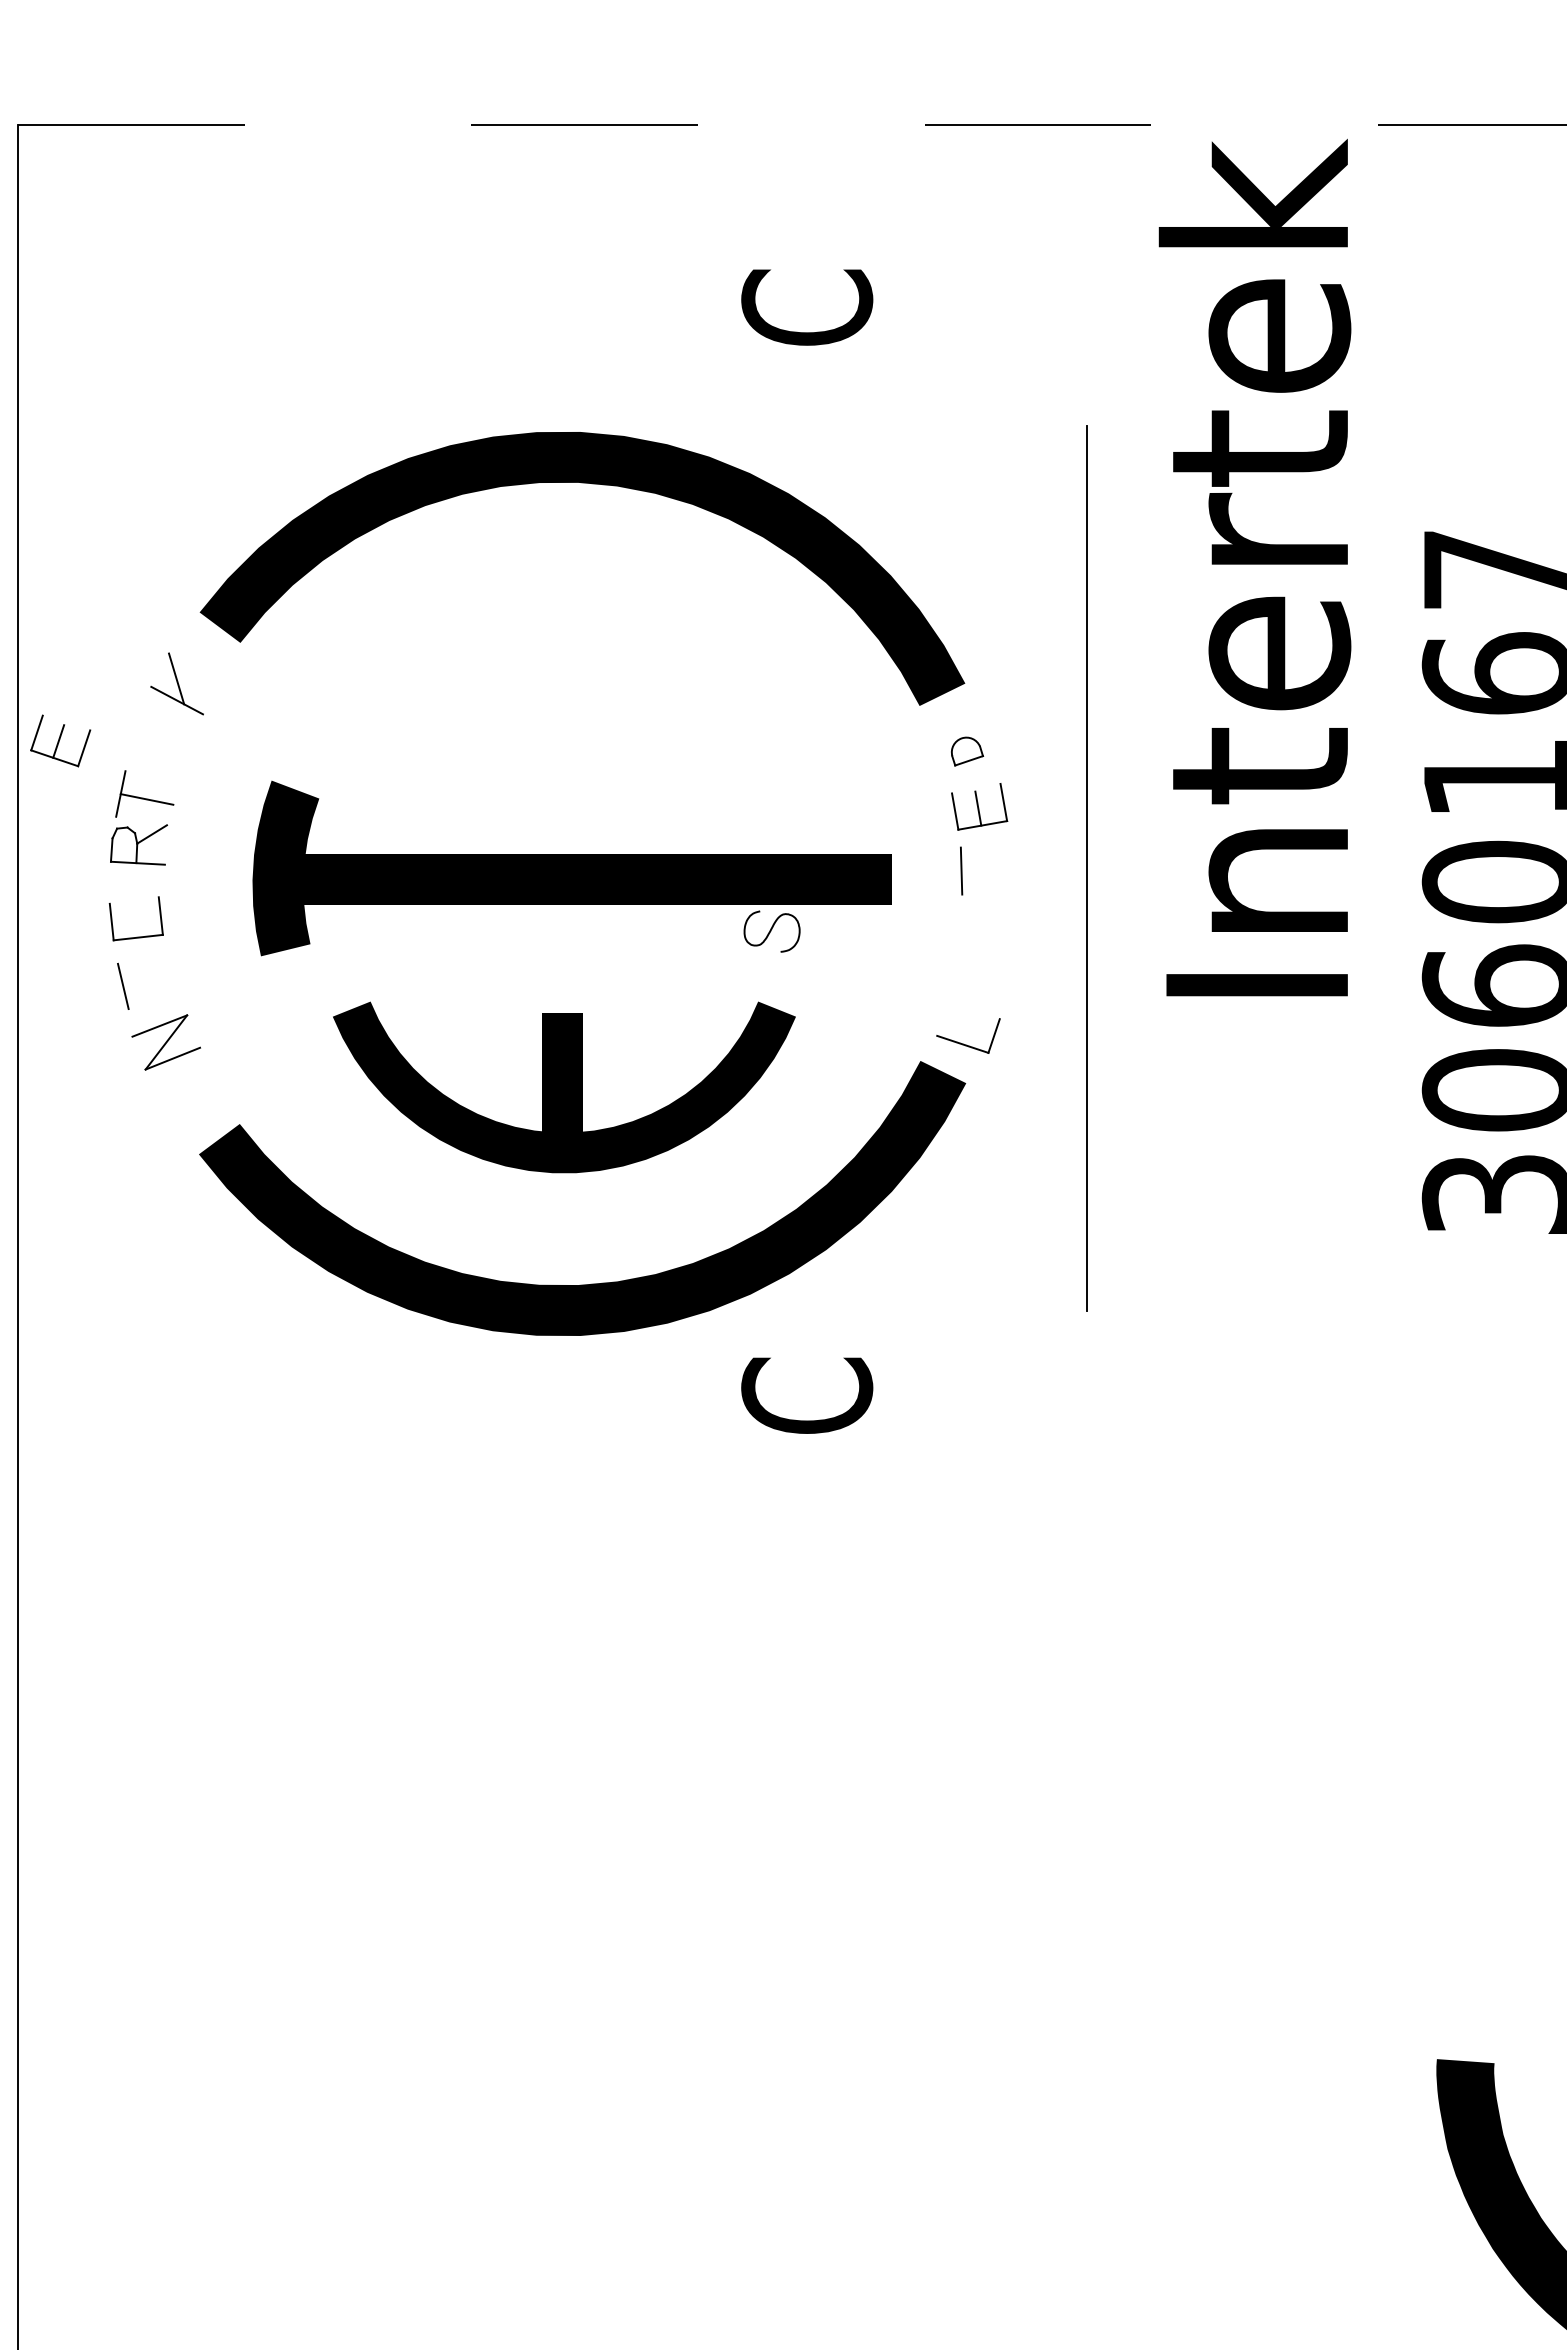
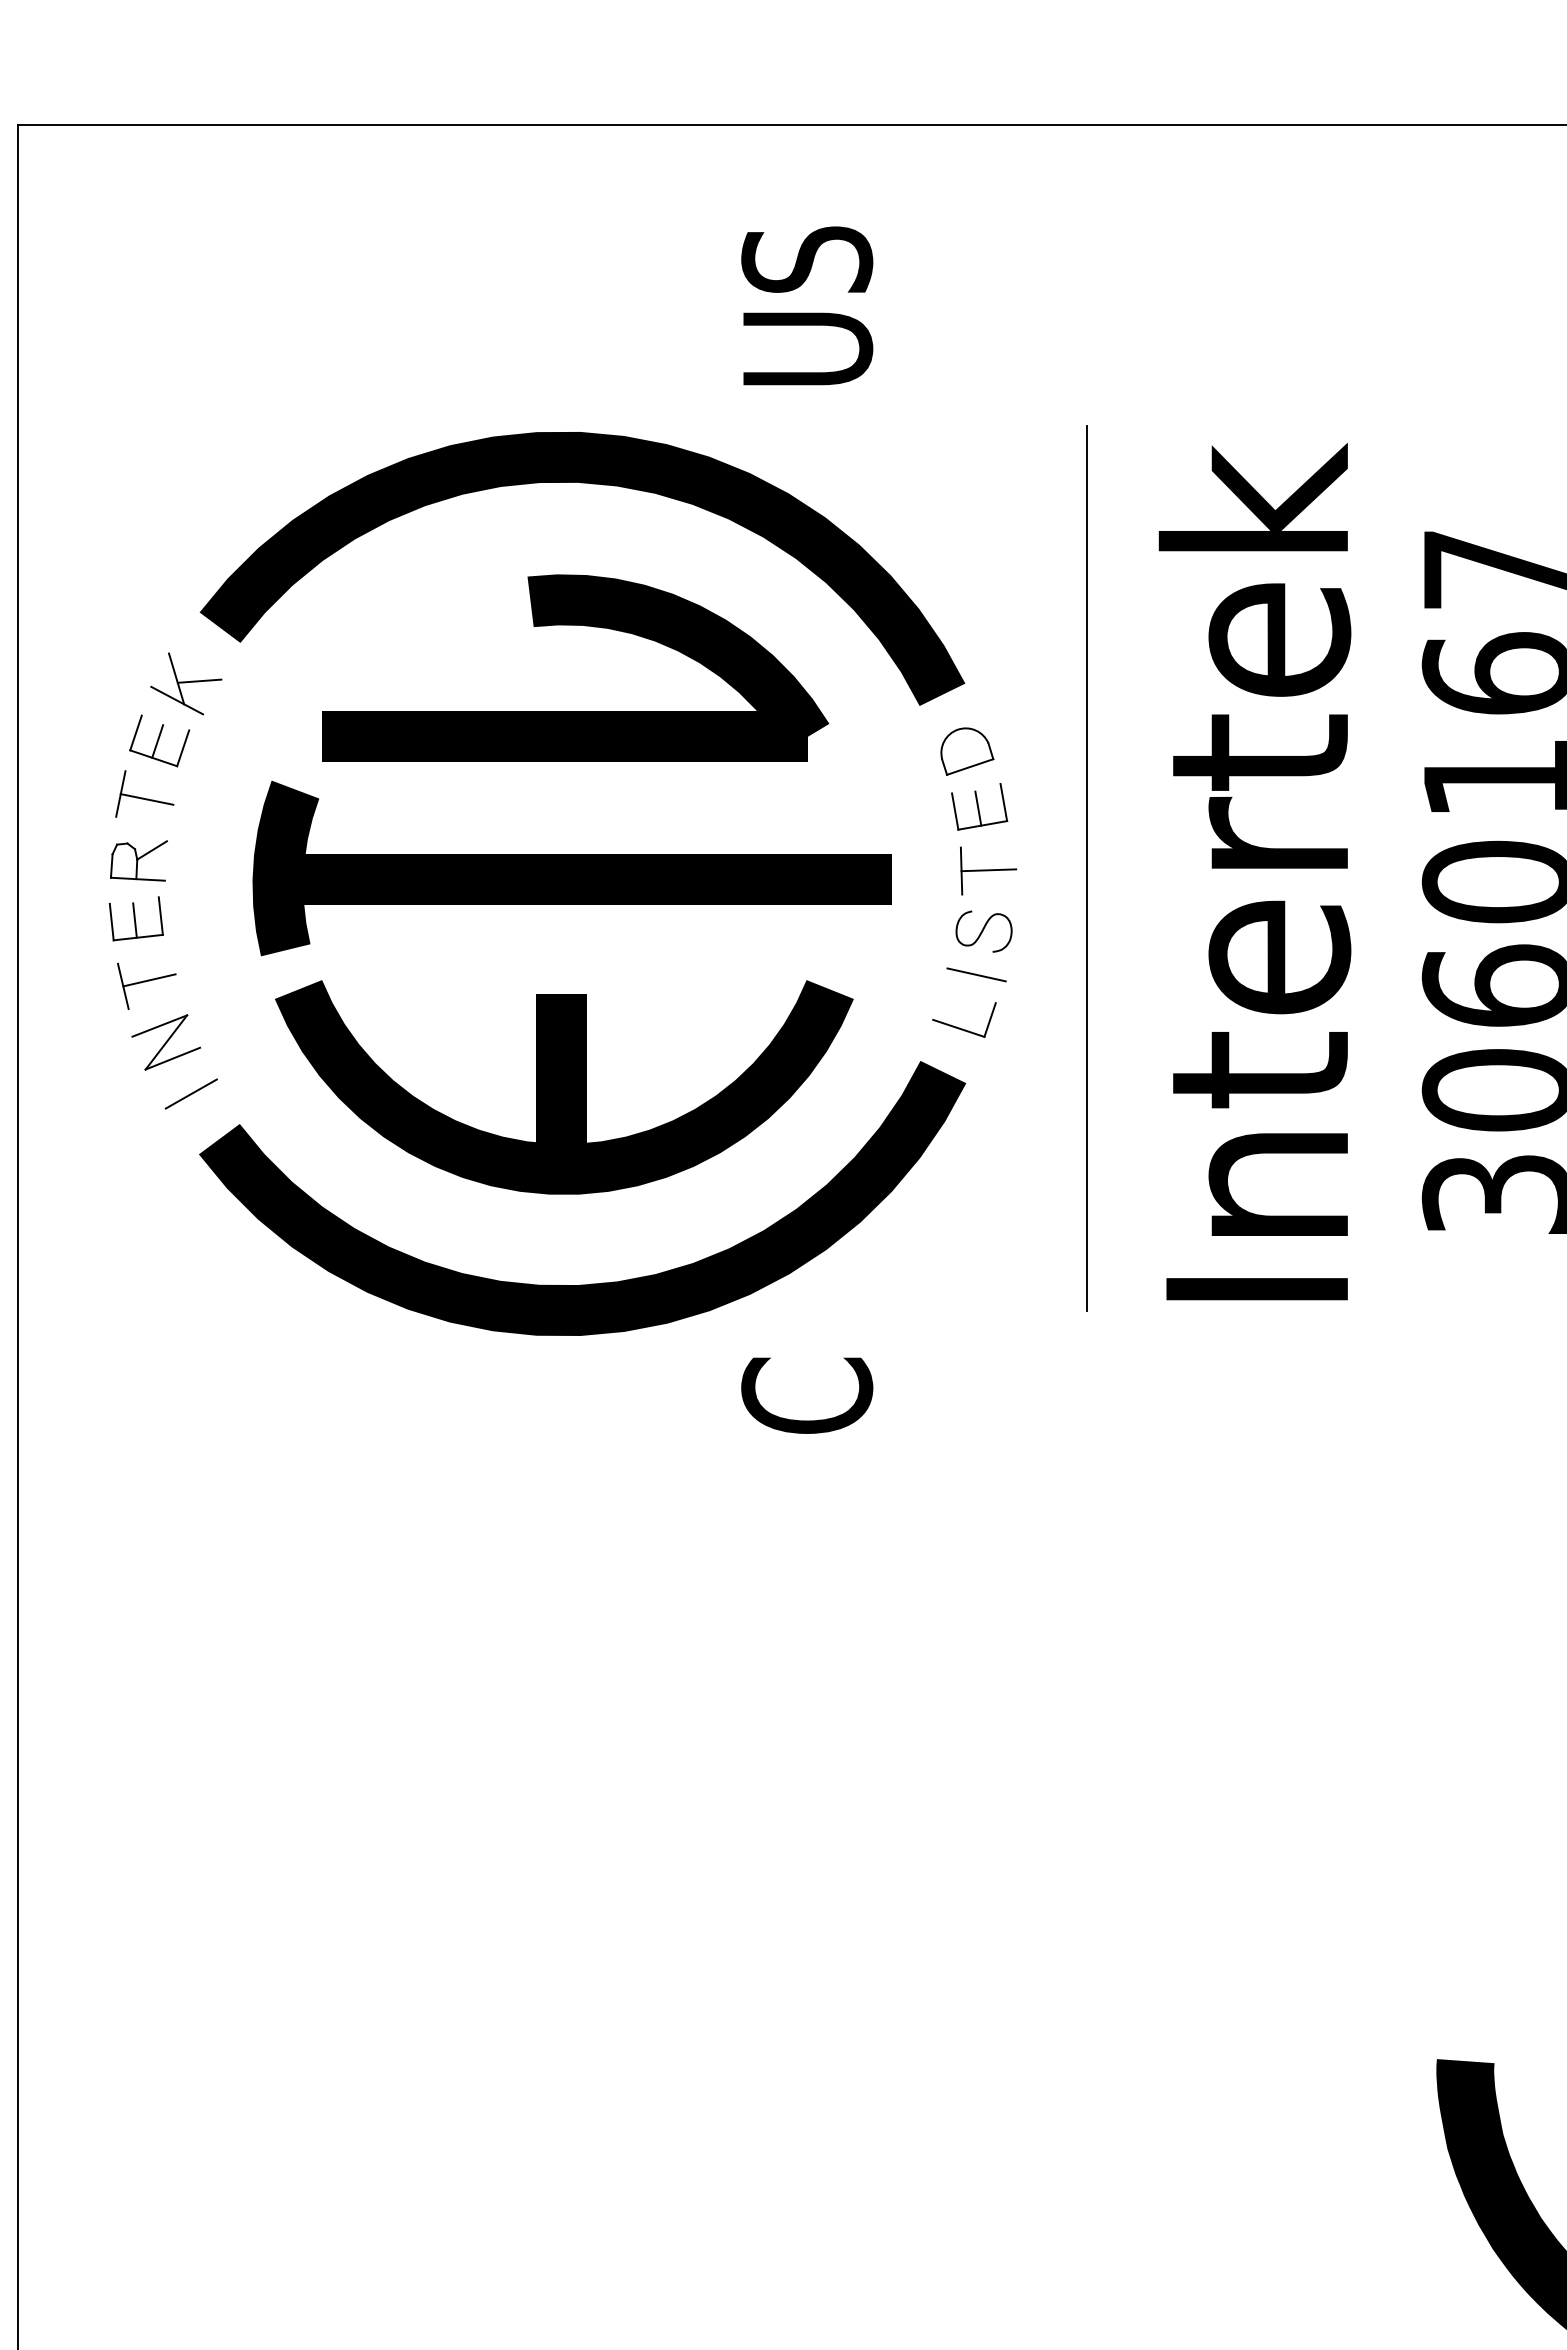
line at (792, 124): dashed -> solid
text at (807, 305): C -> US
text at (1254, 567) position: (1254, 567) -> (1254, 871)
part at (575, 625): none -> present
line at (199, 680): none -> present
part at (60, 740) position: (60, 740) -> (159, 740)
part at (967, 751) size: 34x31 px -> 55x49 px
part at (138, 844) position: (138, 844) -> (138, 860)
line at (988, 870): none -> present
line at (134, 920): none -> present
curve at (771, 931) position: (771, 931) -> (983, 931)
line at (976, 974): none -> present
line at (149, 980): none -> present
part at (966, 1044) position: (966, 1044) -> (962, 1028)
part at (564, 1087) size: 463x173 px -> 579x215 px
line at (190, 1093): none -> present
